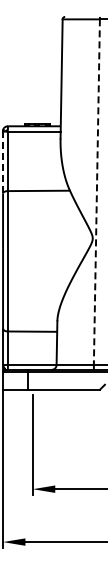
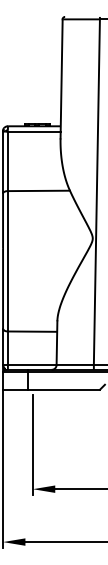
line at (3, 162): dashed -> solid
line at (96, 192): dashed -> solid
